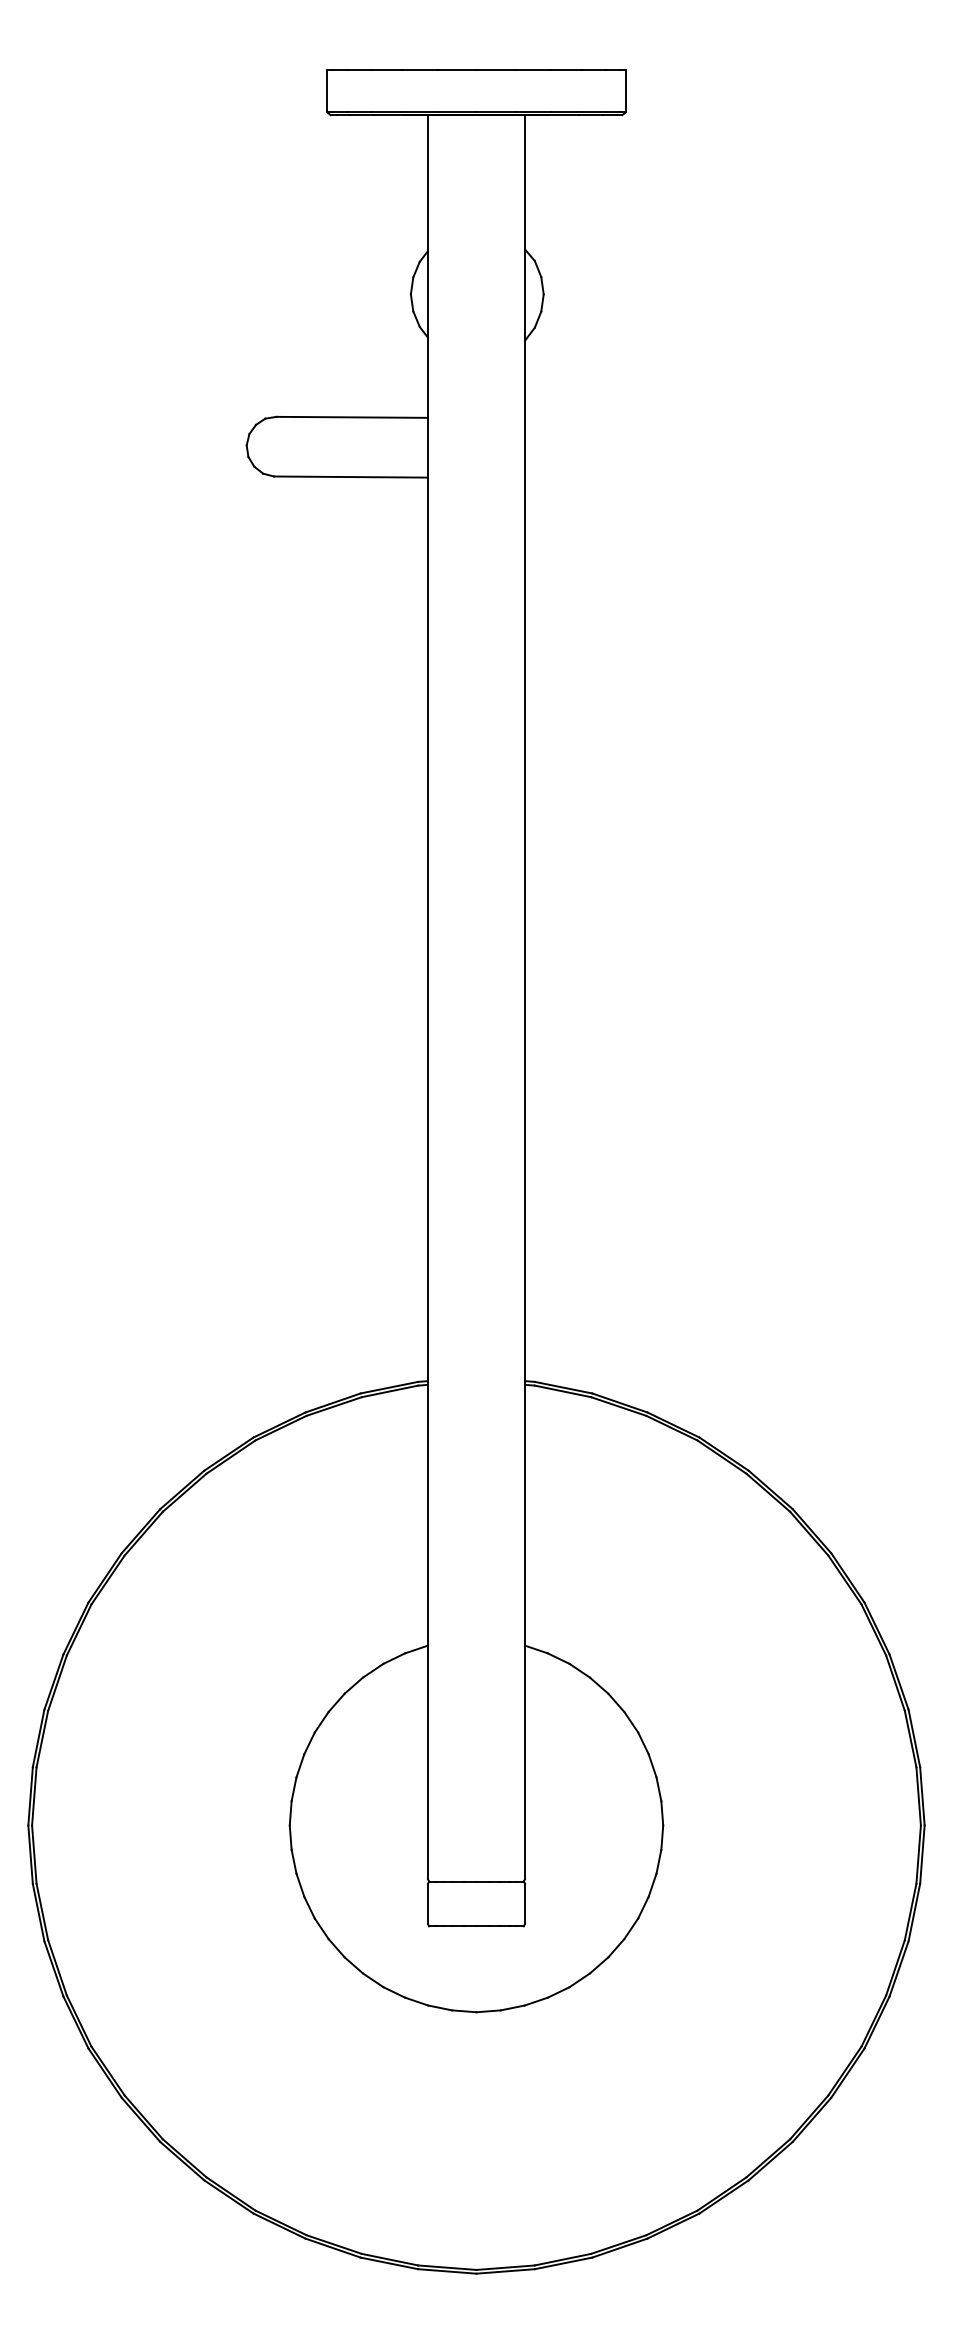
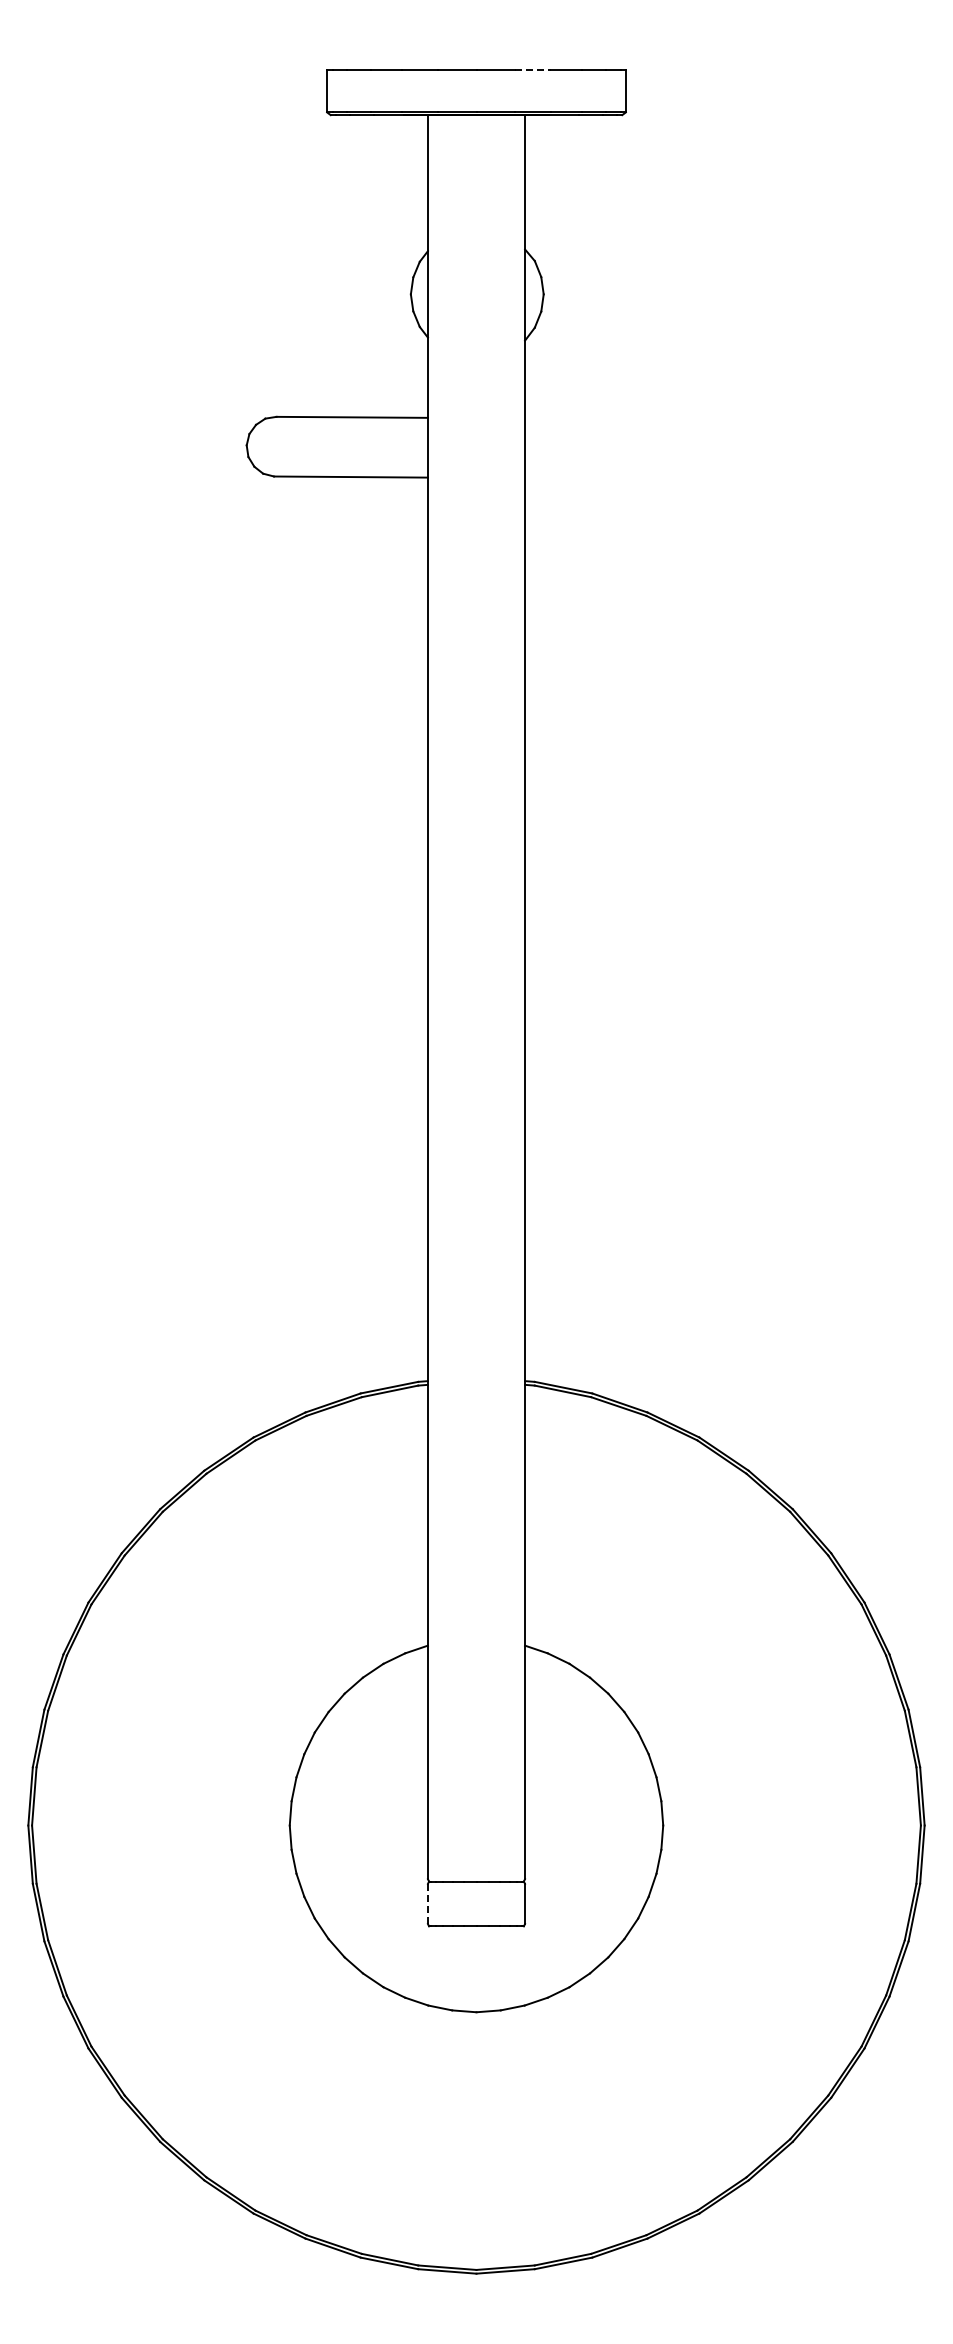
line at (532, 70): solid -> dashed
line at (427, 1903): solid -> dashed
